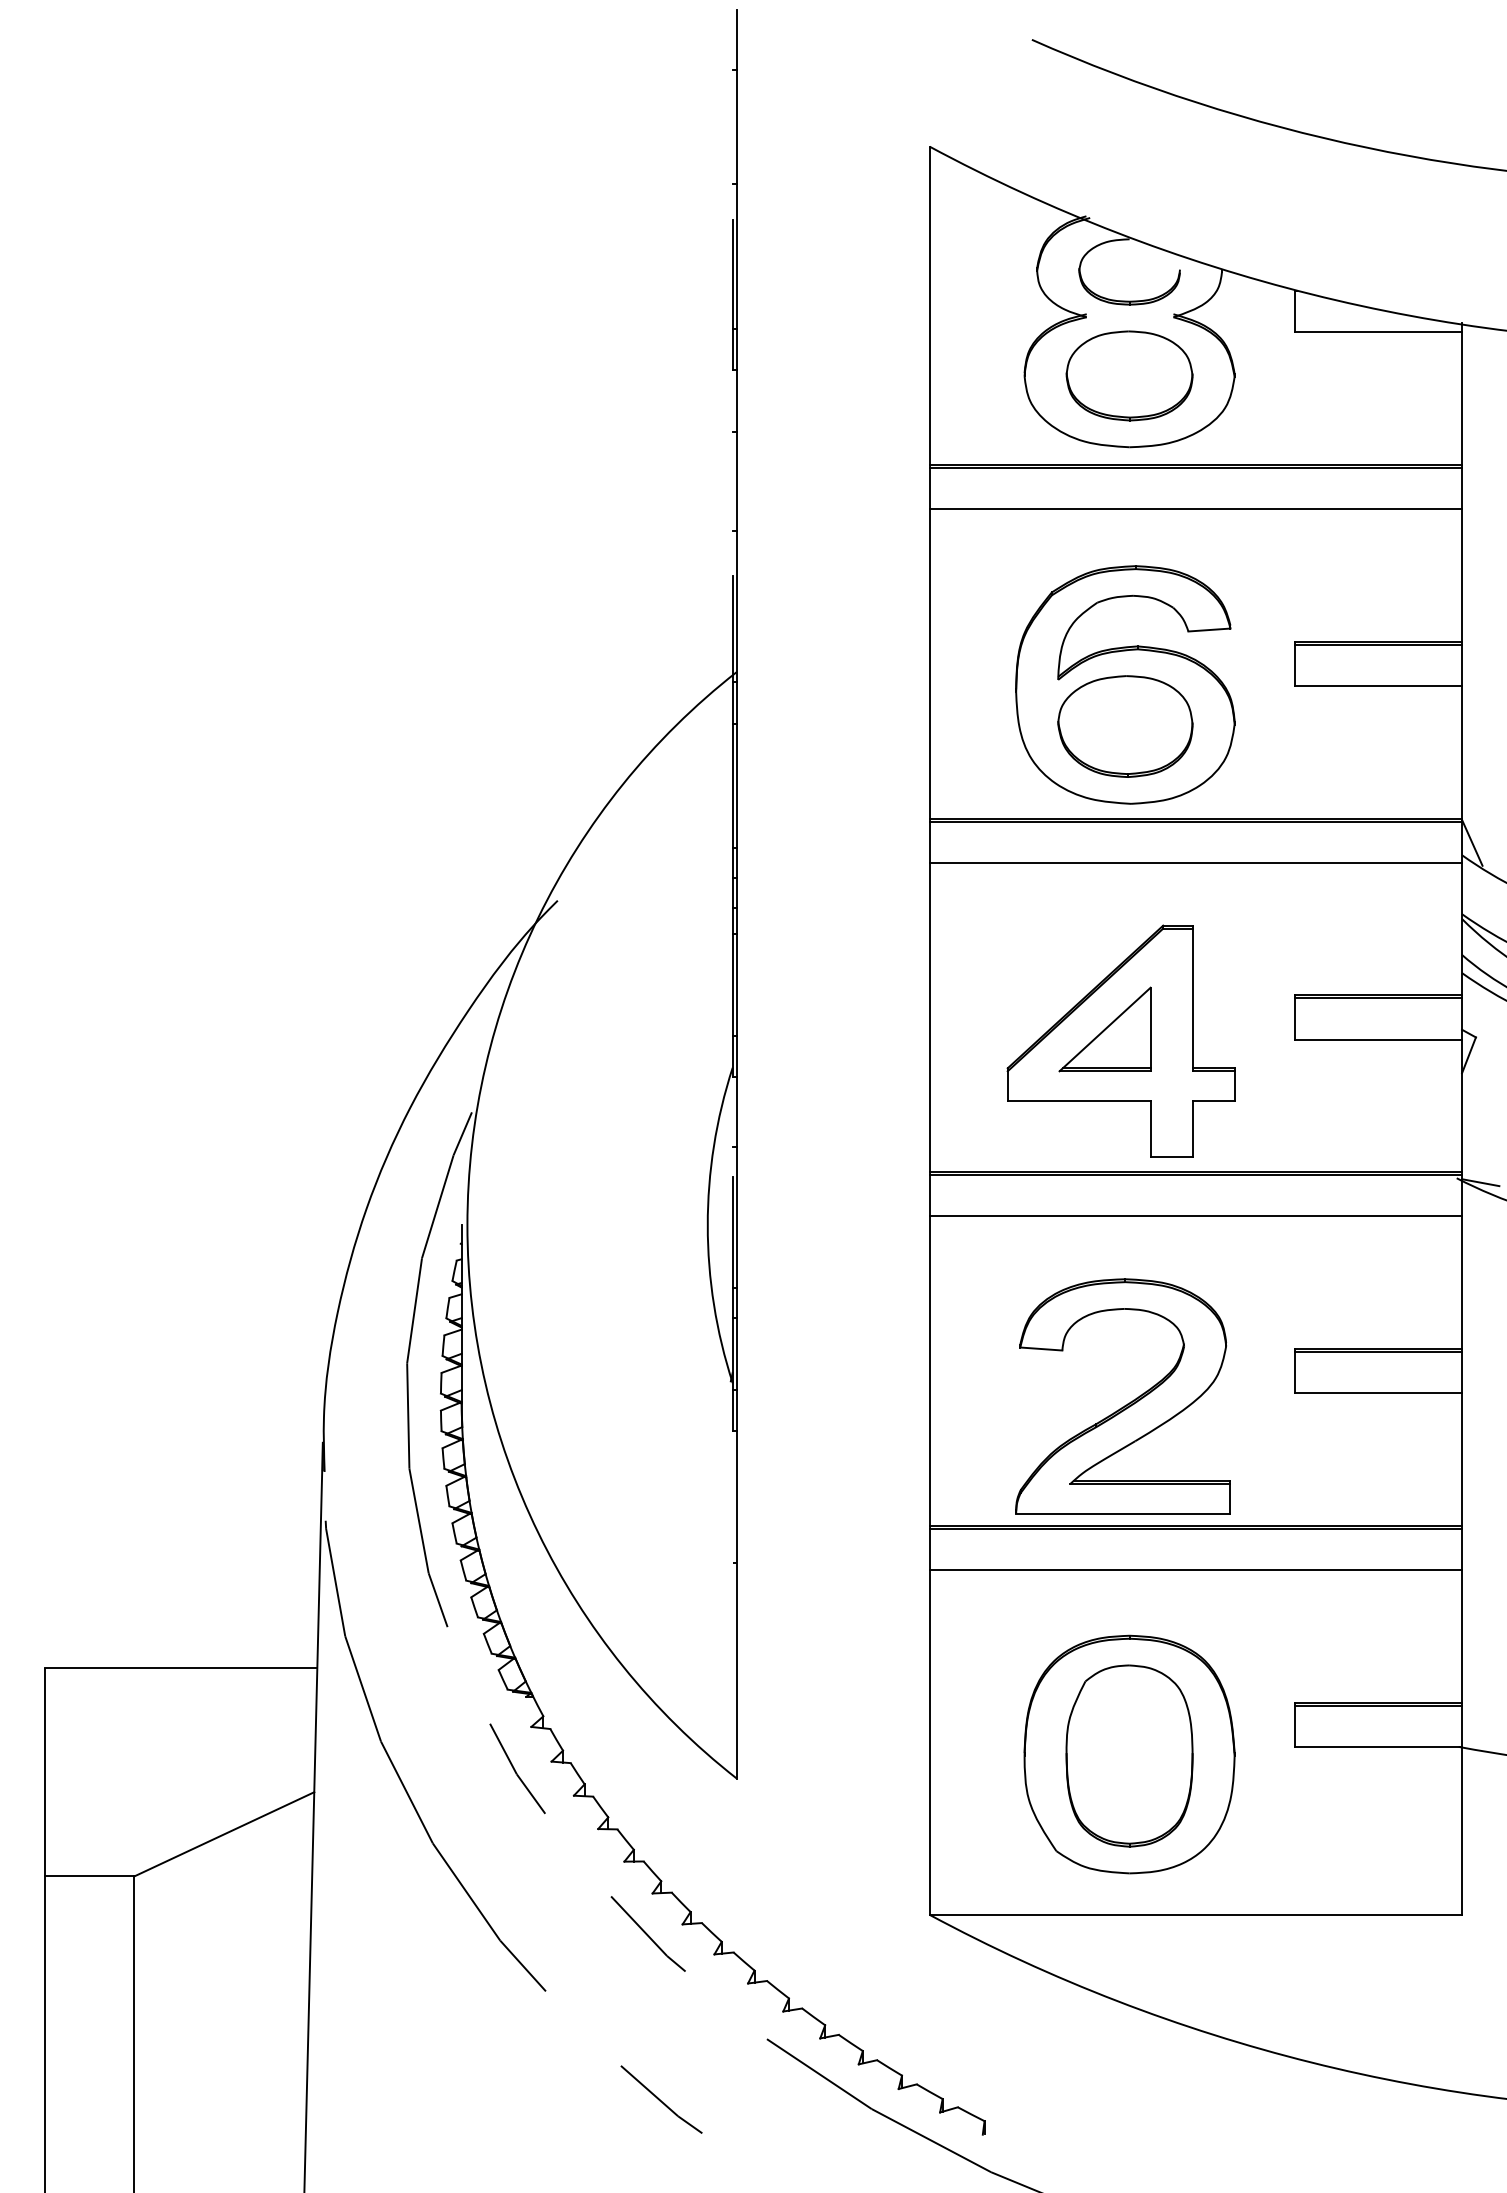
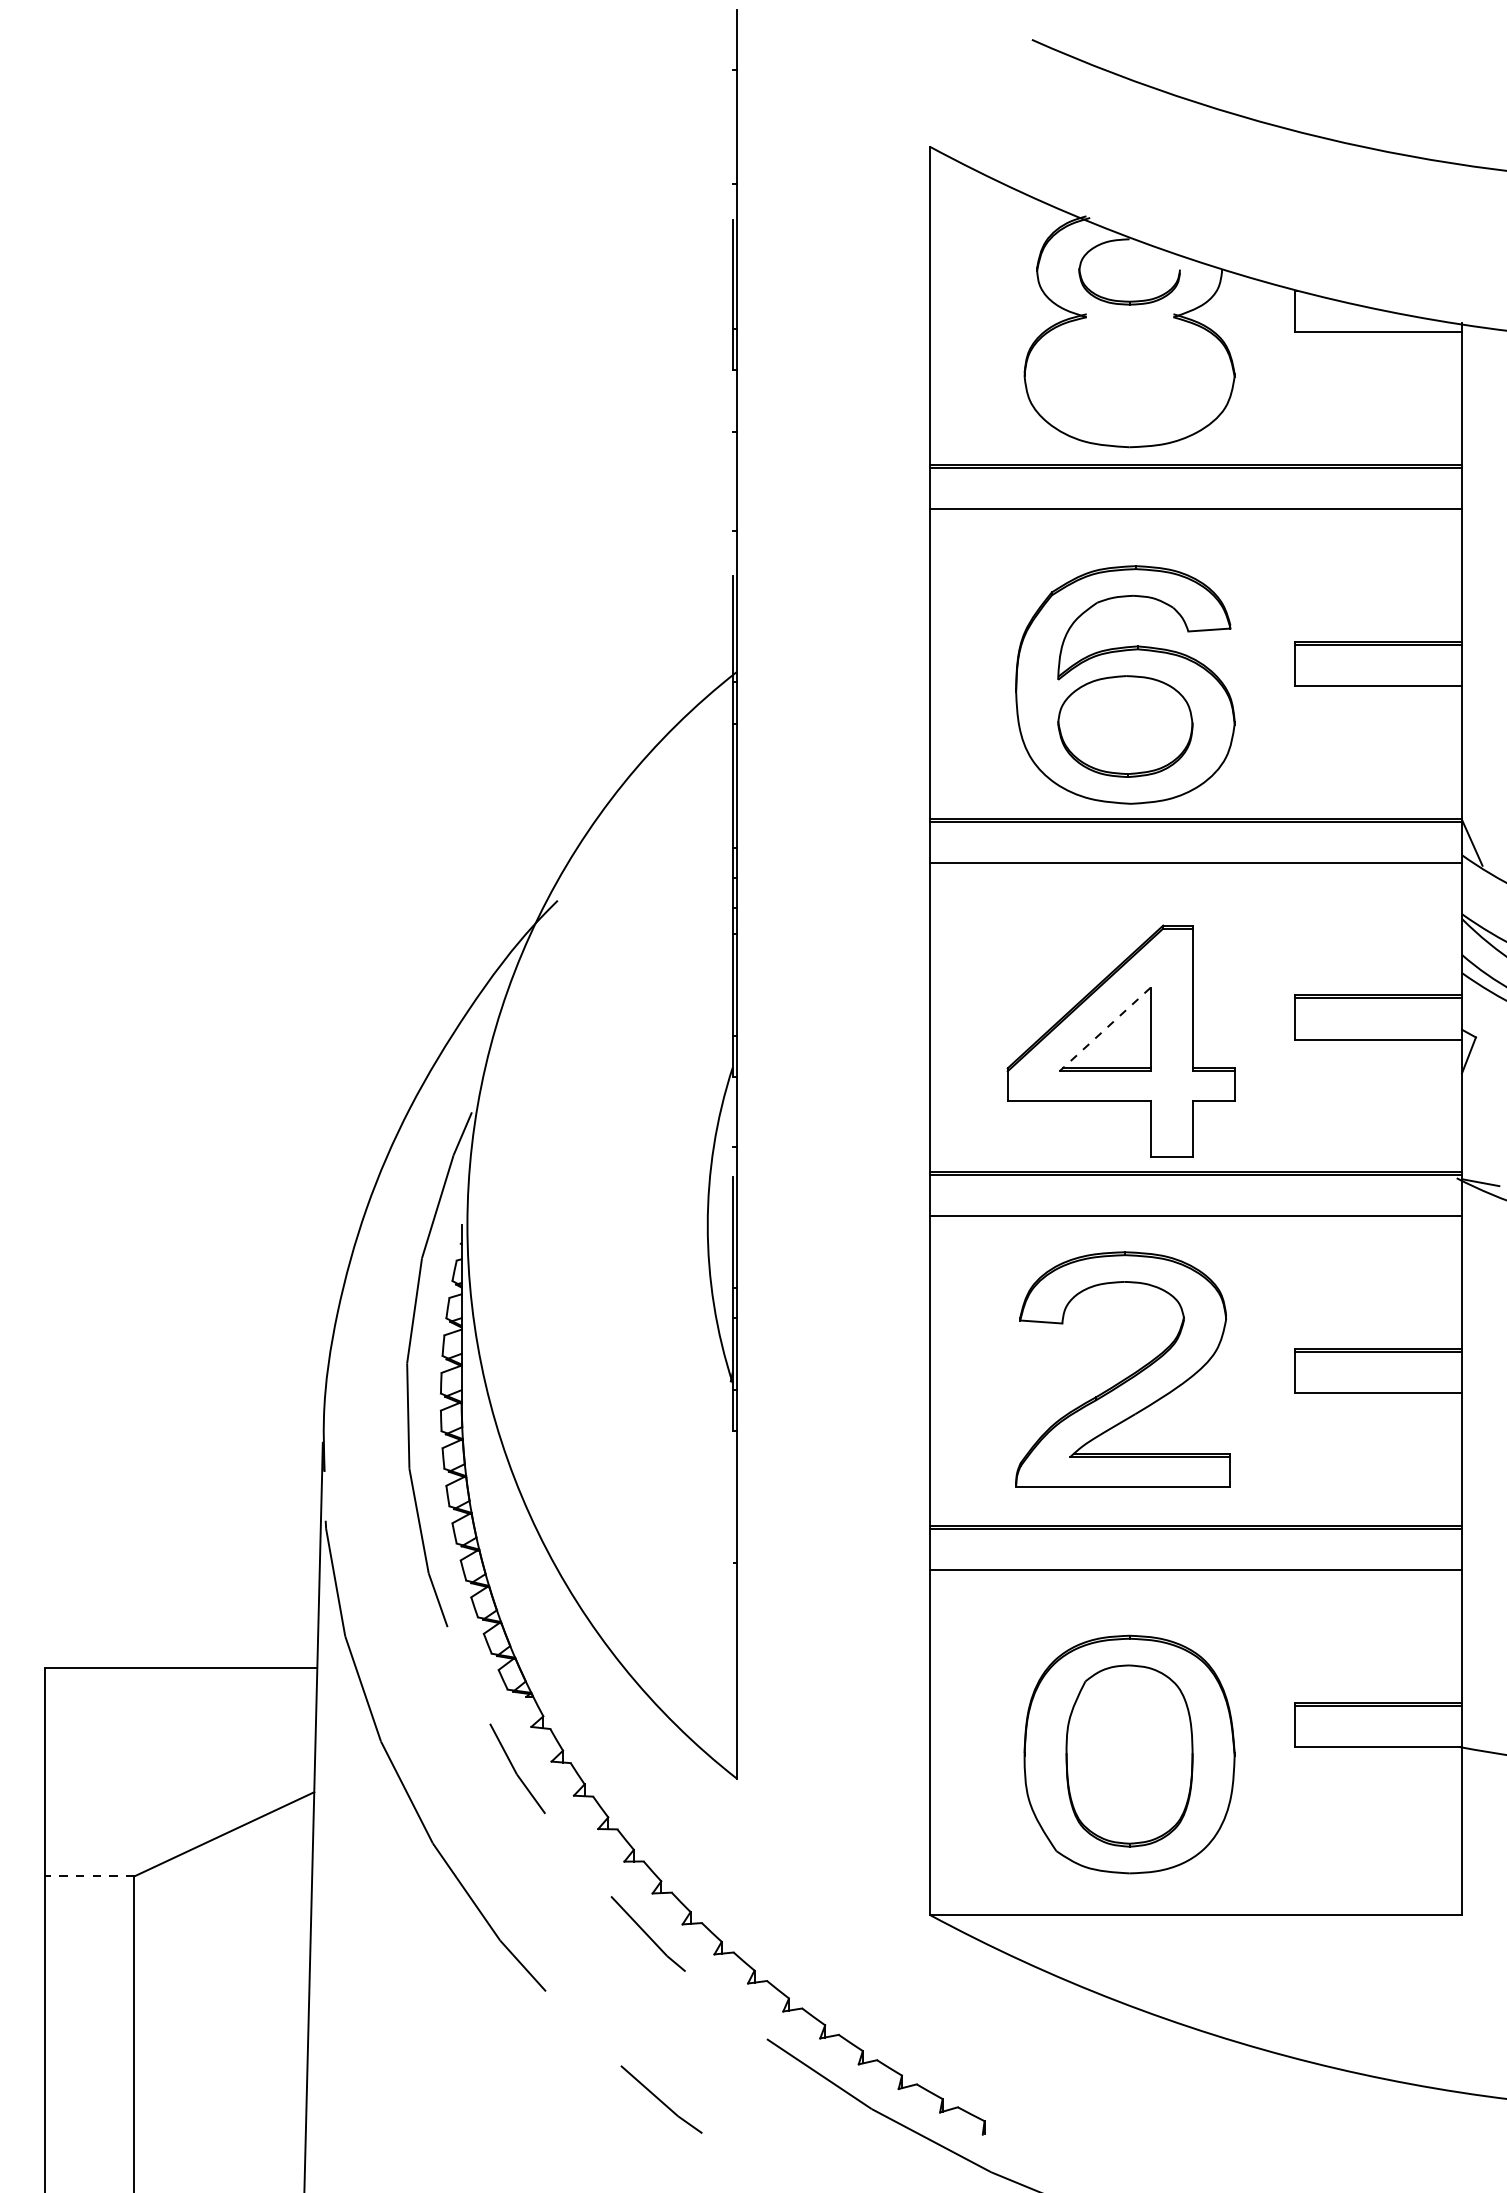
part at (1129, 375): present -> none
line at (1105, 1029): solid -> dashed
part at (1127, 1403) position: (1127, 1403) -> (1127, 1376)
line at (89, 1876): solid -> dashed
